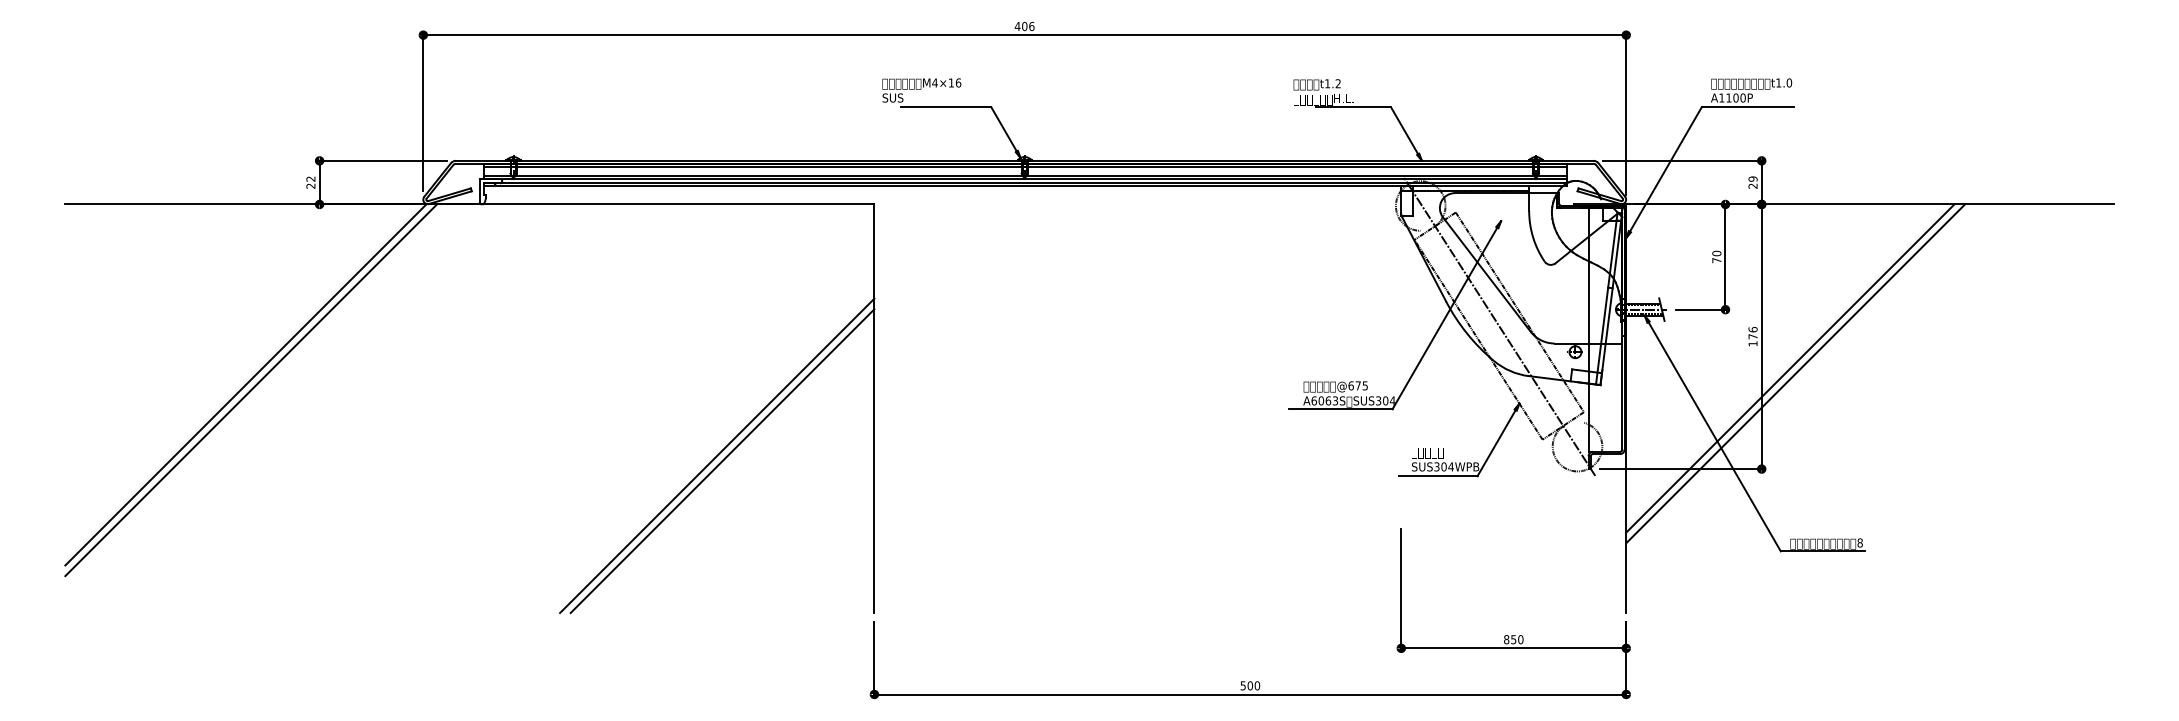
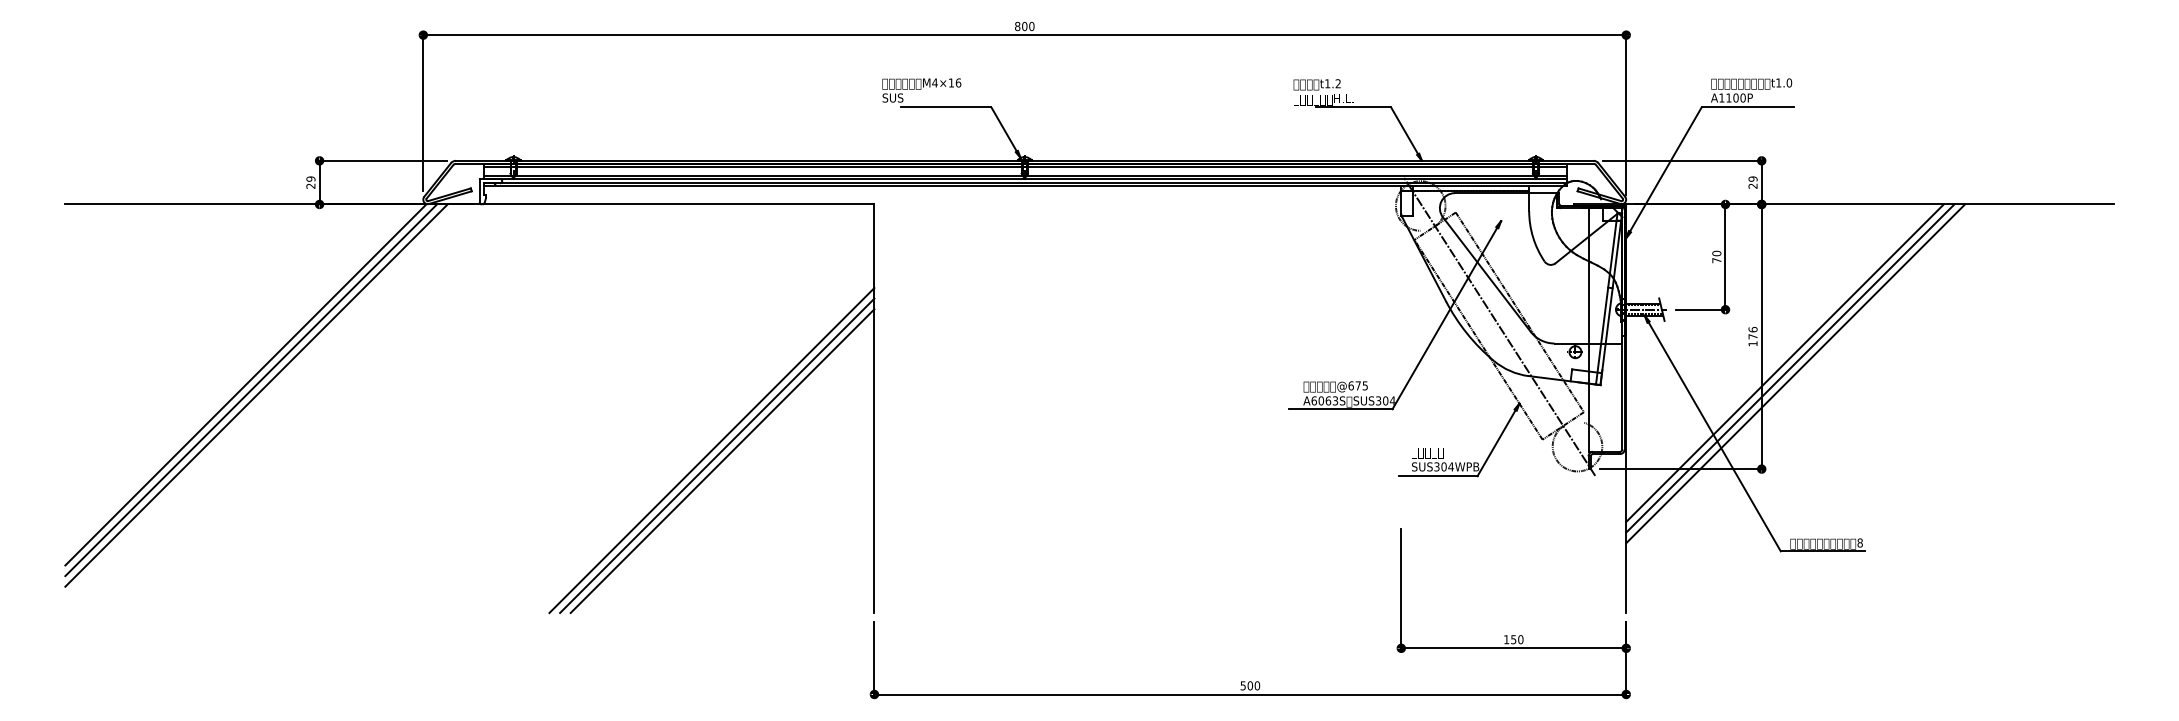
text at (1024, 26): 406 -> 800
text at (310, 178): 22 -> 29
line at (1784, 363): none -> present
line at (256, 395): none -> present
line at (711, 450): none -> present
text at (1506, 639): 850 -> 150
